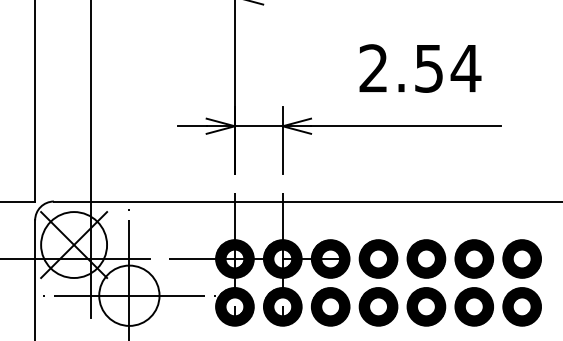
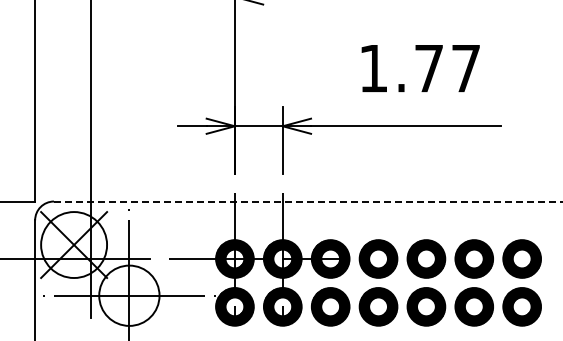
text at (420, 68): 2.54 -> 1.77
line at (308, 201): solid -> dashed
